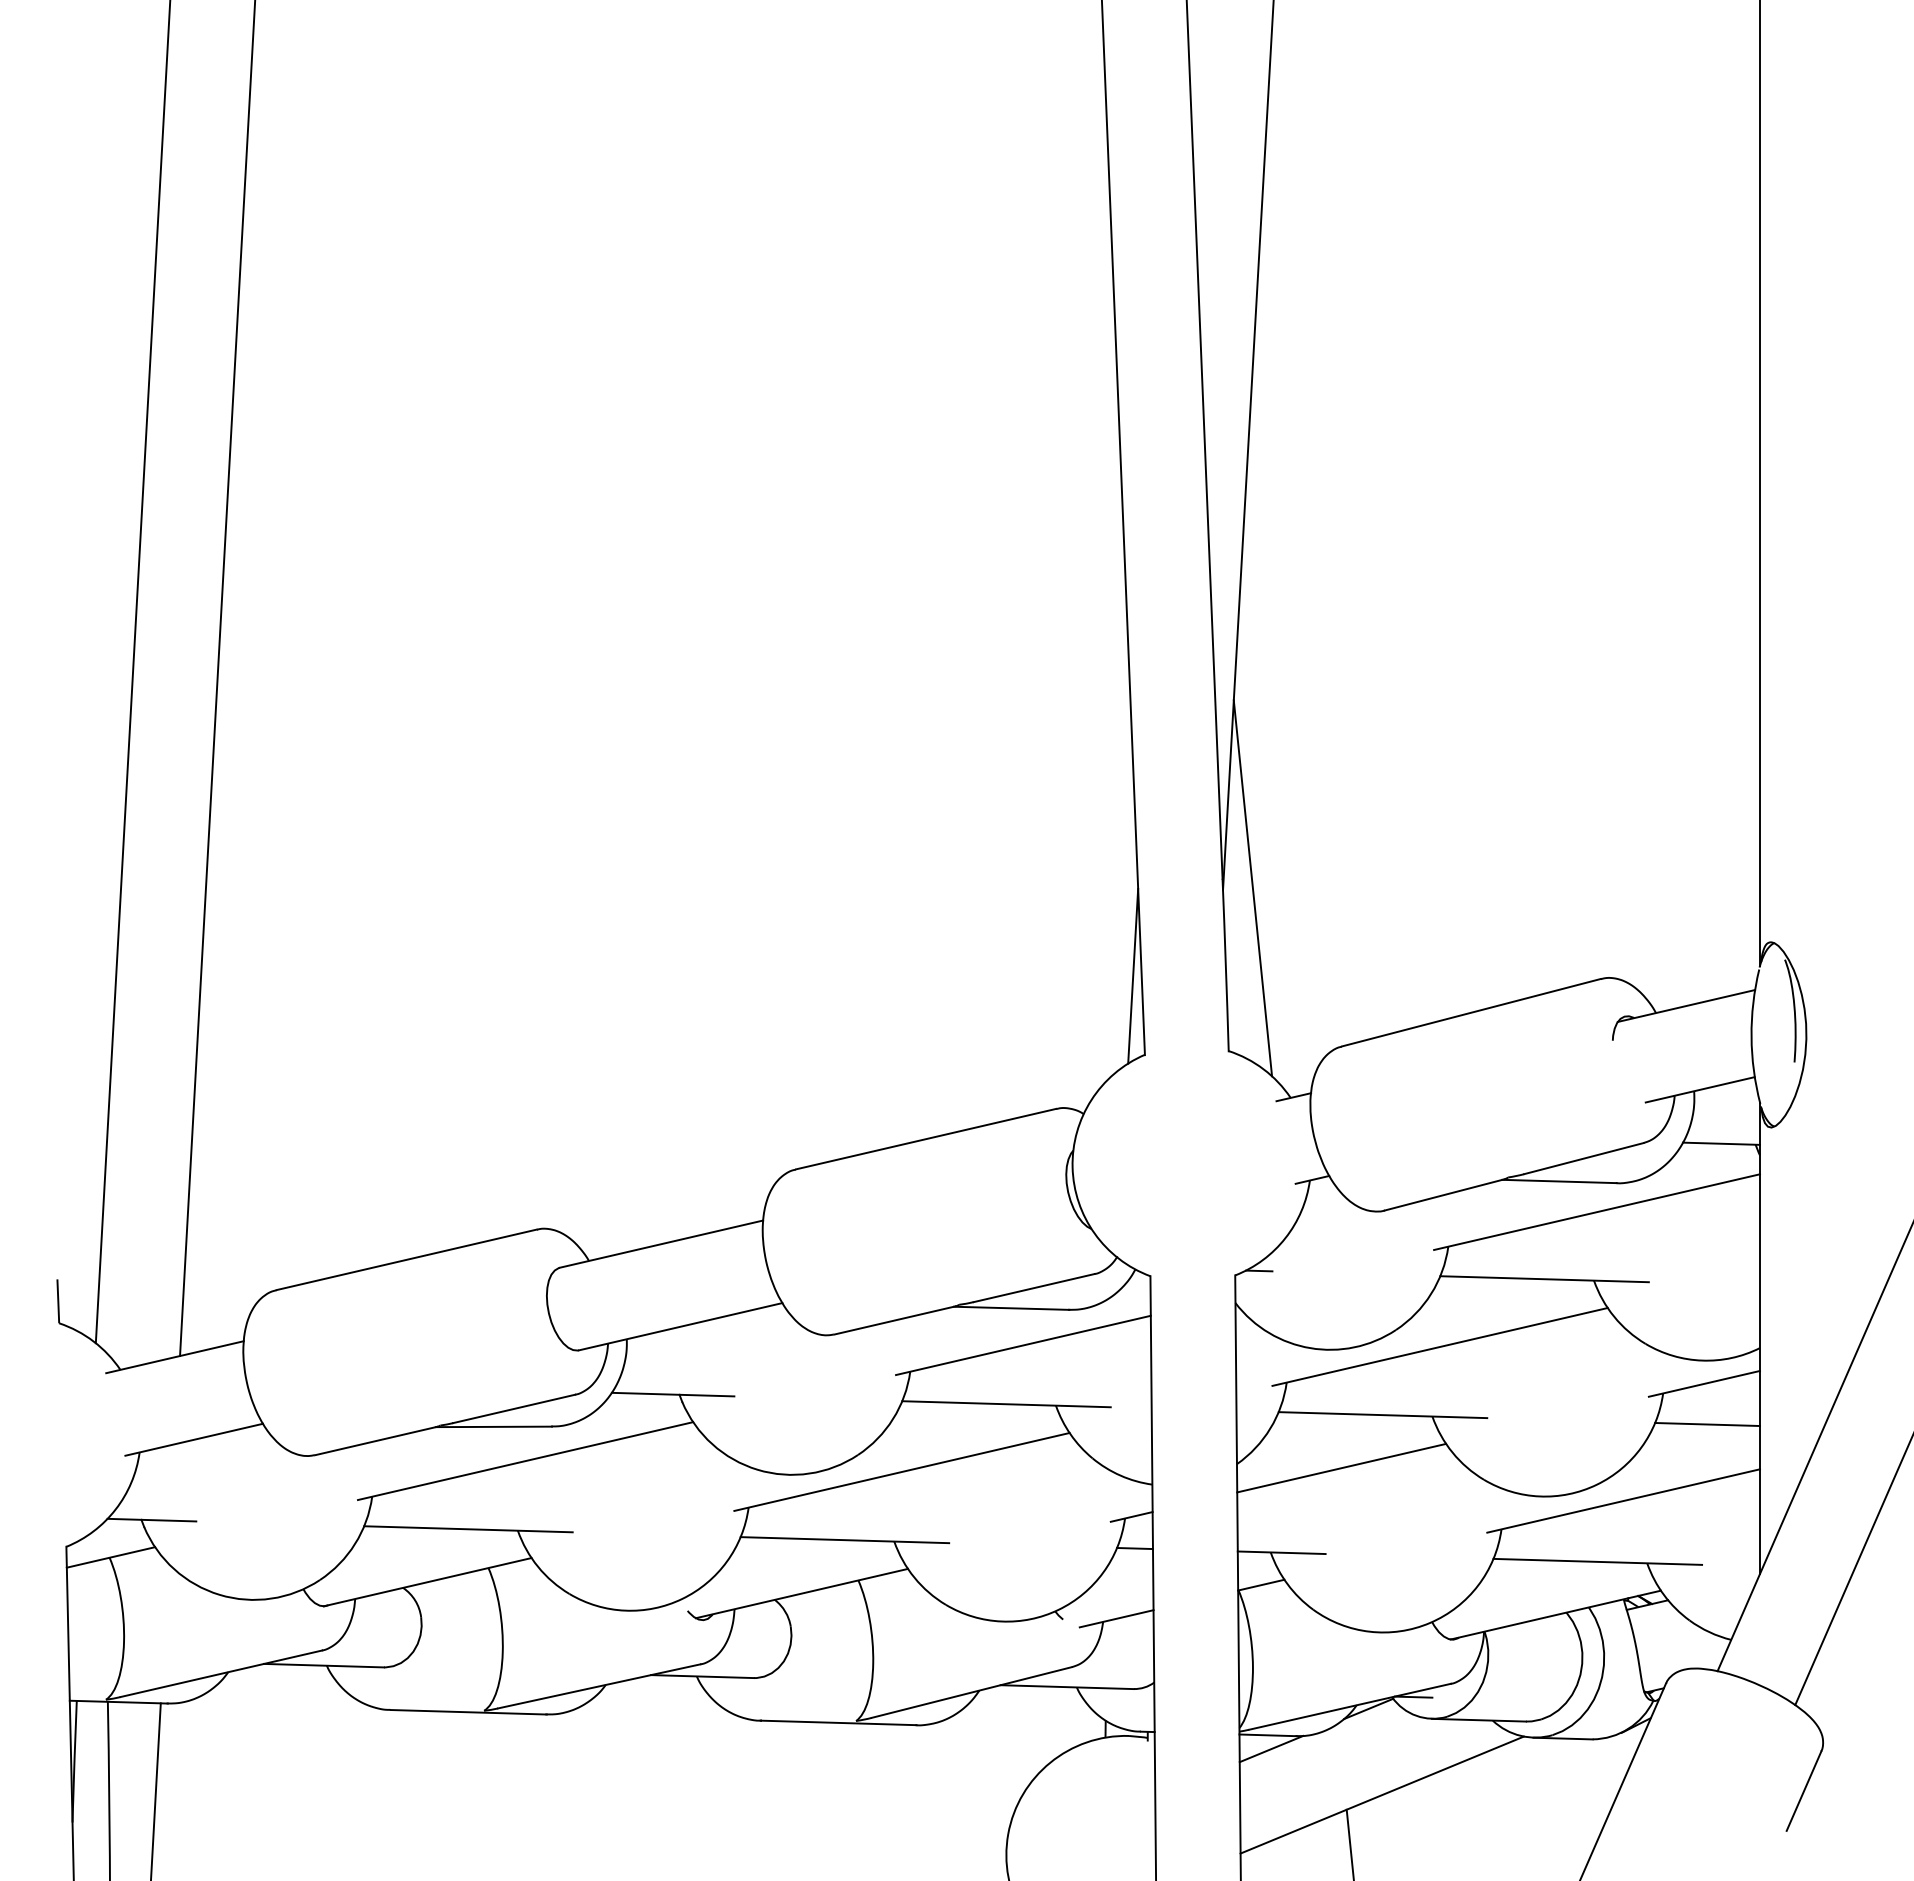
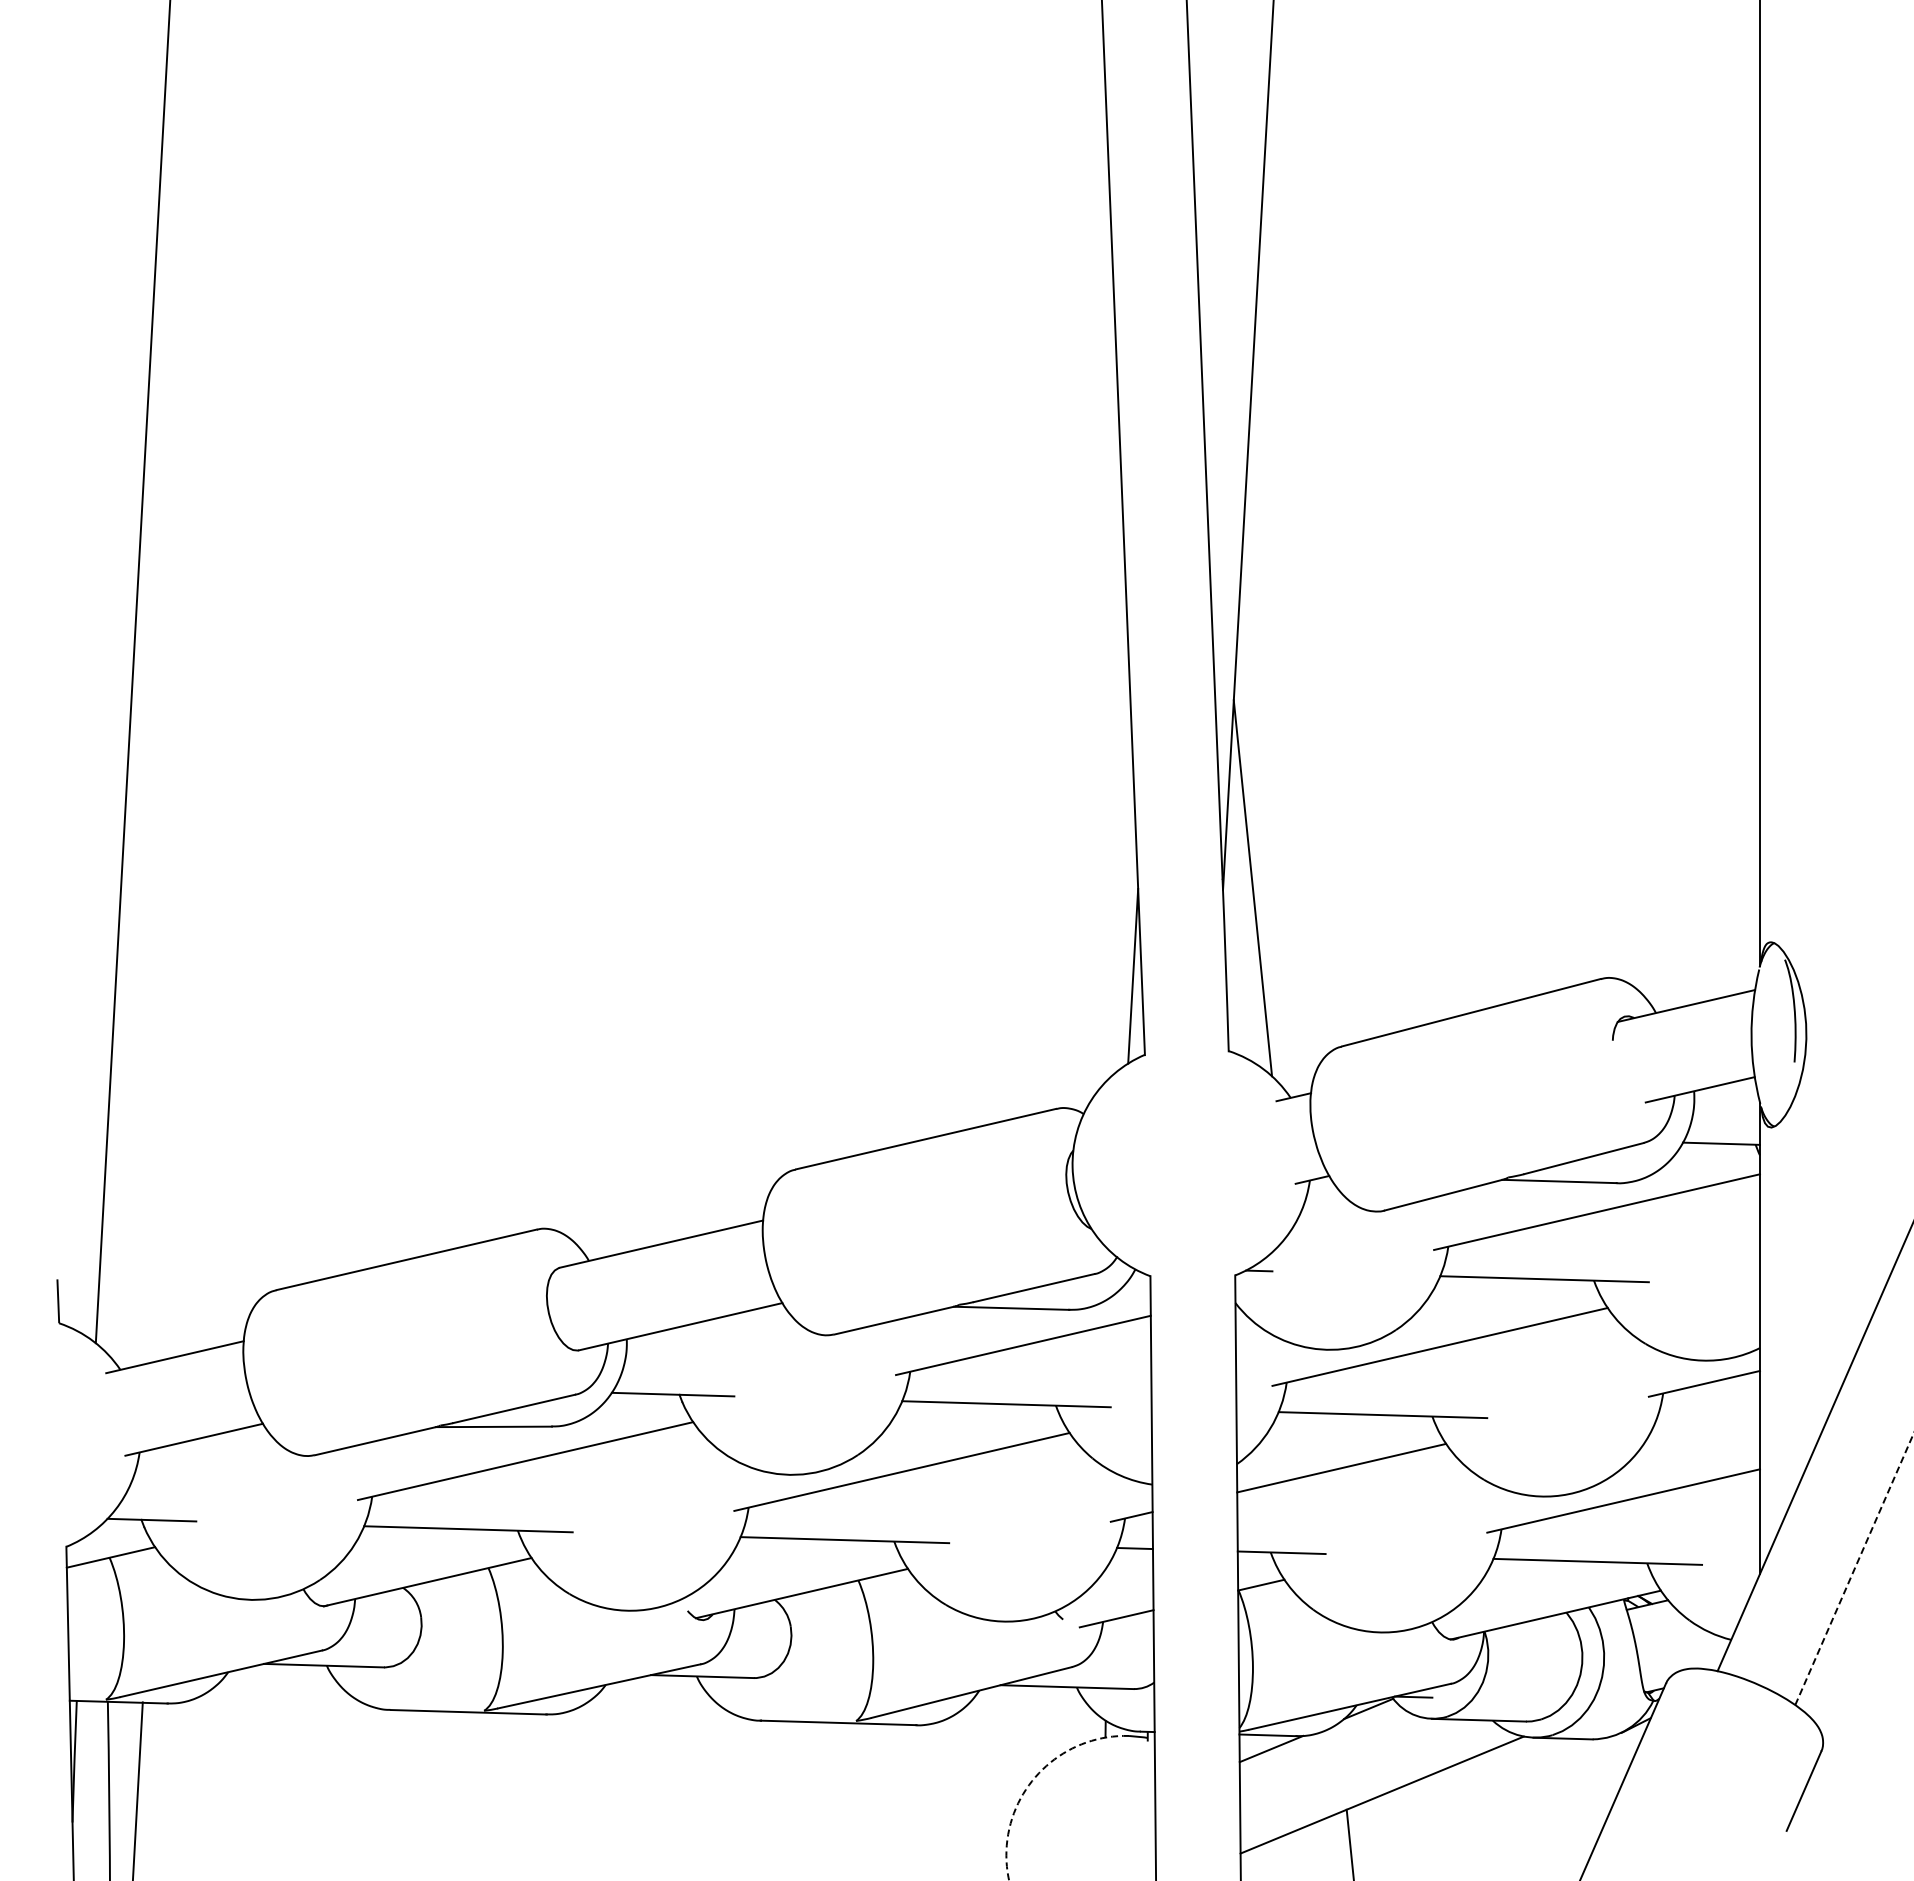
line at (217, 679): present -> none
line at (1707, 1424): present -> none
line at (1854, 1568): solid -> dashed
arc at (1034, 1778): solid -> dashed
line at (155, 1790) position: (155, 1790) -> (137, 1789)
